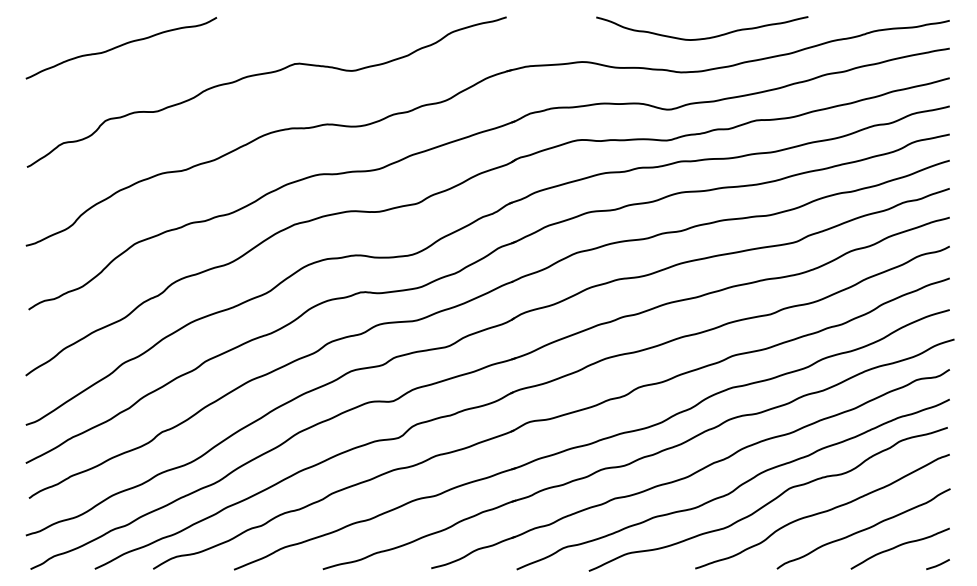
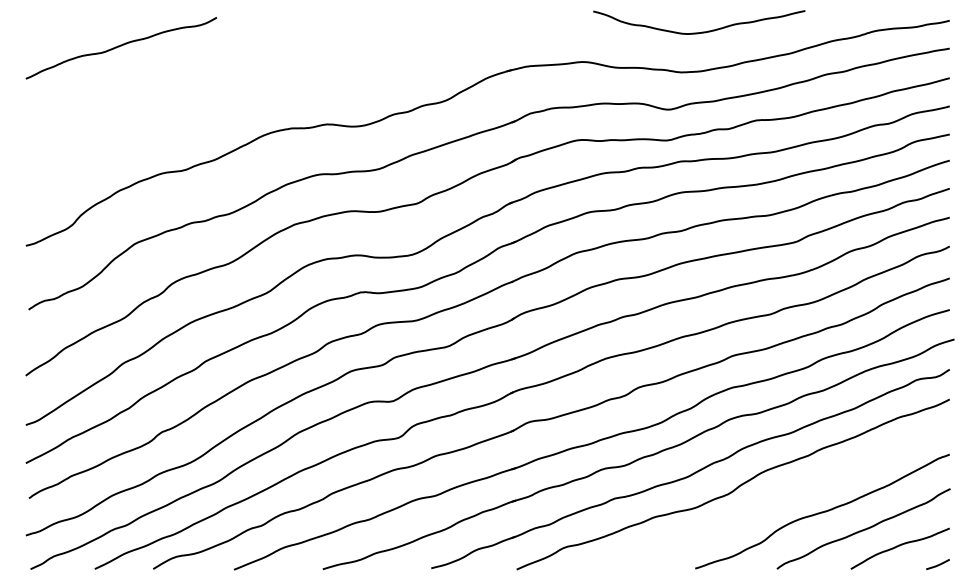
curve at (705, 37) position: (705, 37) -> (702, 31)
curve at (266, 74): present -> none
curve at (769, 501): present -> none
